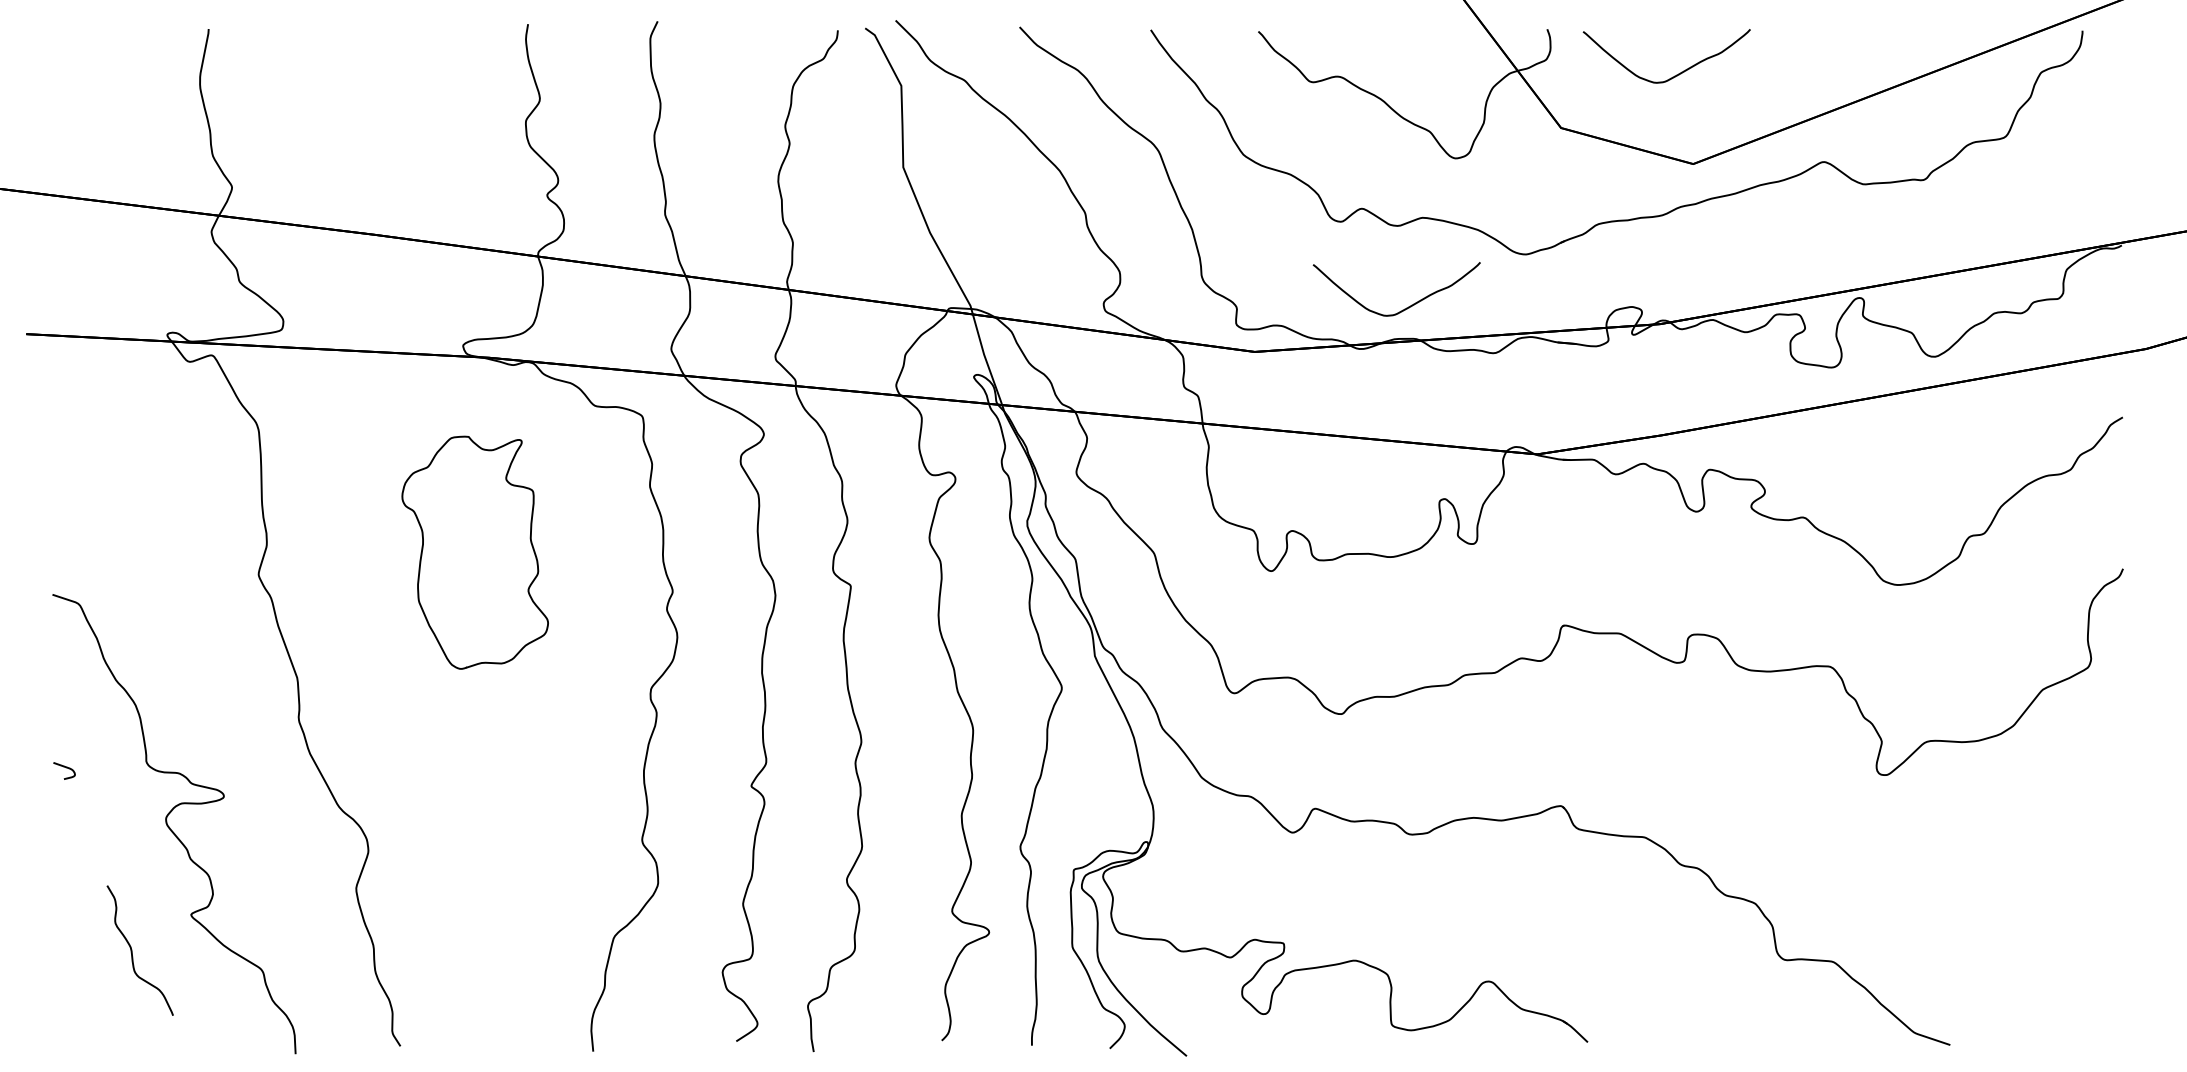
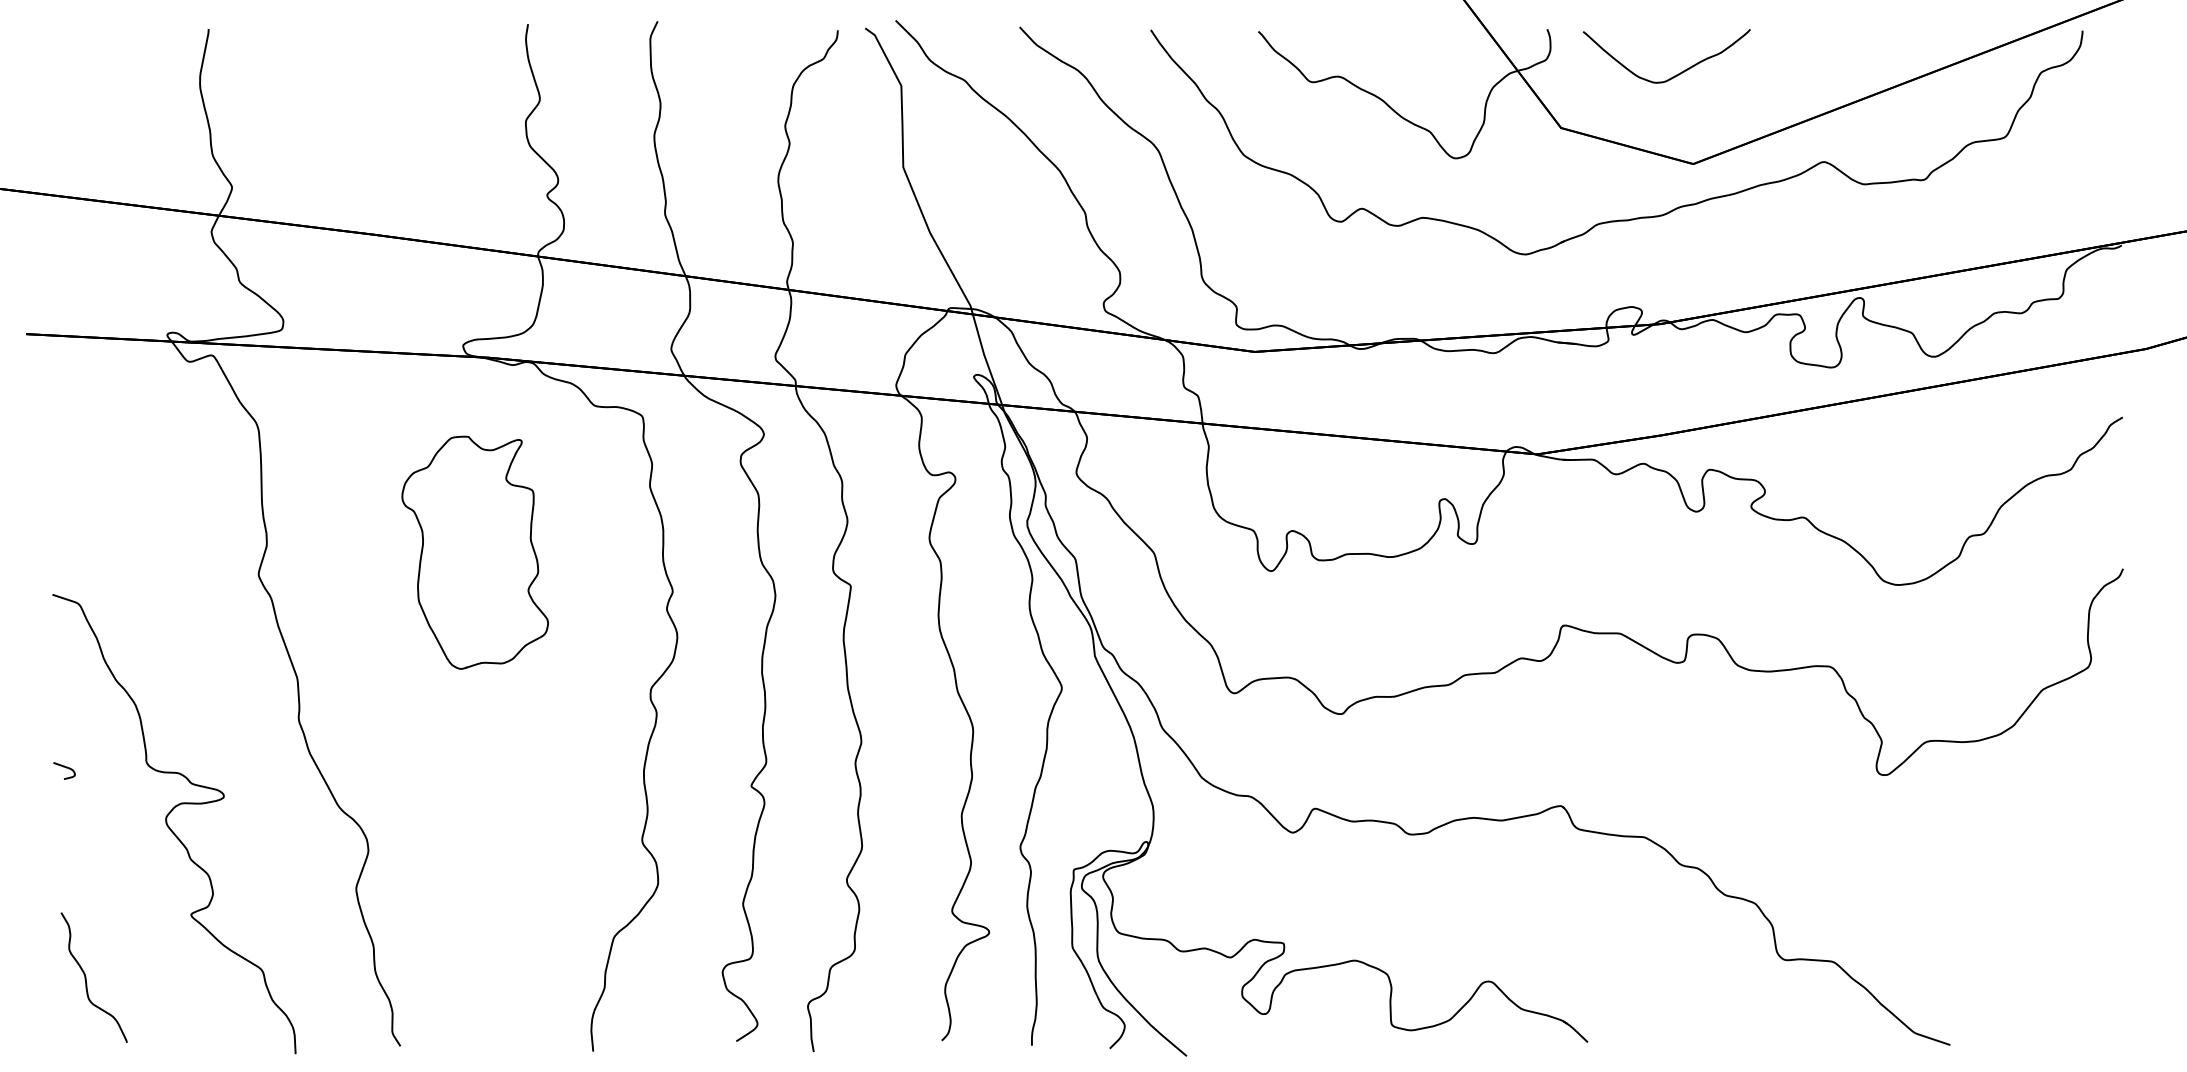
curve at (1406, 307): present -> none
curve at (132, 950) position: (132, 950) -> (86, 977)
